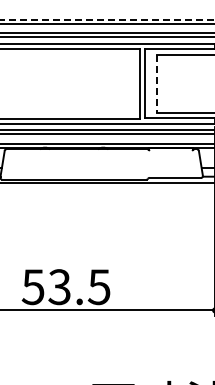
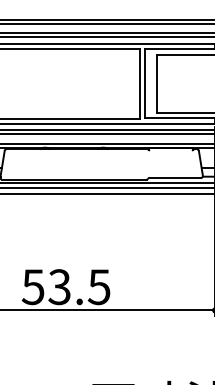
line at (106, 19): dashed -> solid
line at (157, 84): dashed -> solid
line at (106, 188): none -> present
line at (106, 194): none -> present
